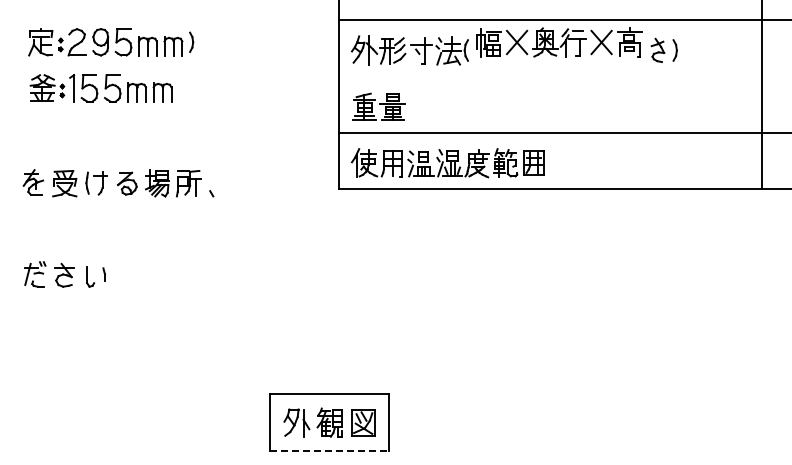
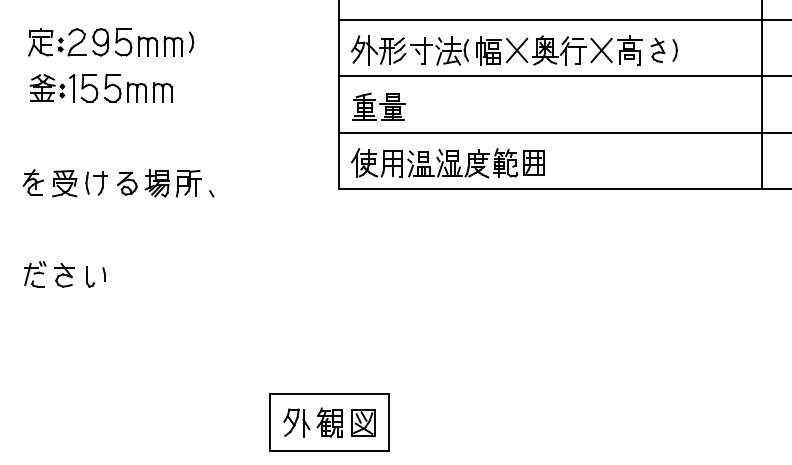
part at (559, 42) position: (559, 42) -> (559, 50)
line at (563, 76): none -> present
line at (329, 450): dashed -> solid
